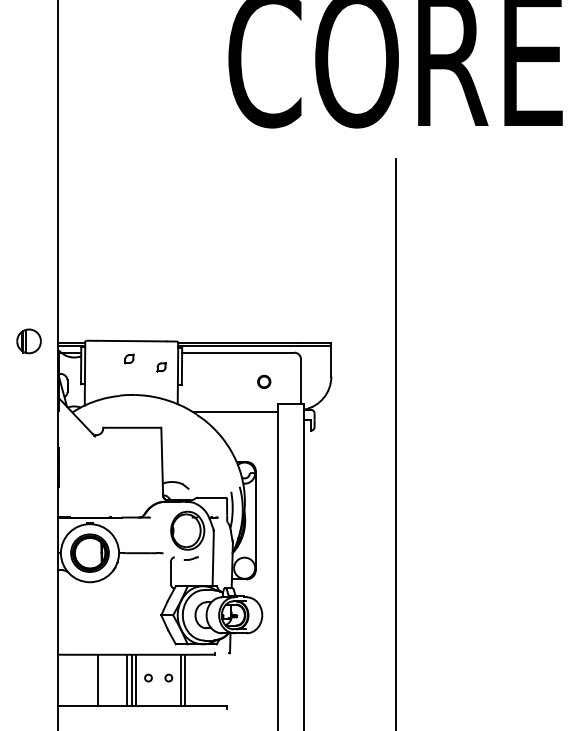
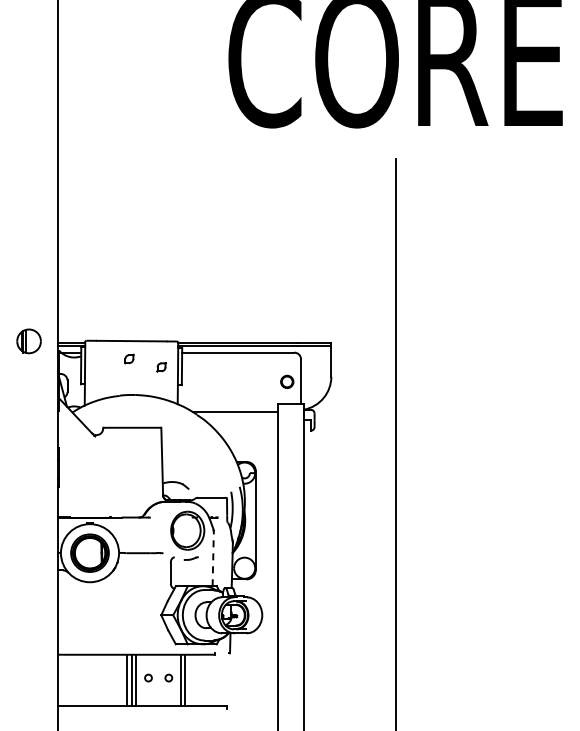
circle at (264, 381) position: (264, 381) -> (287, 381)
line at (213, 558): solid -> dashed
line at (97, 680): present -> none
